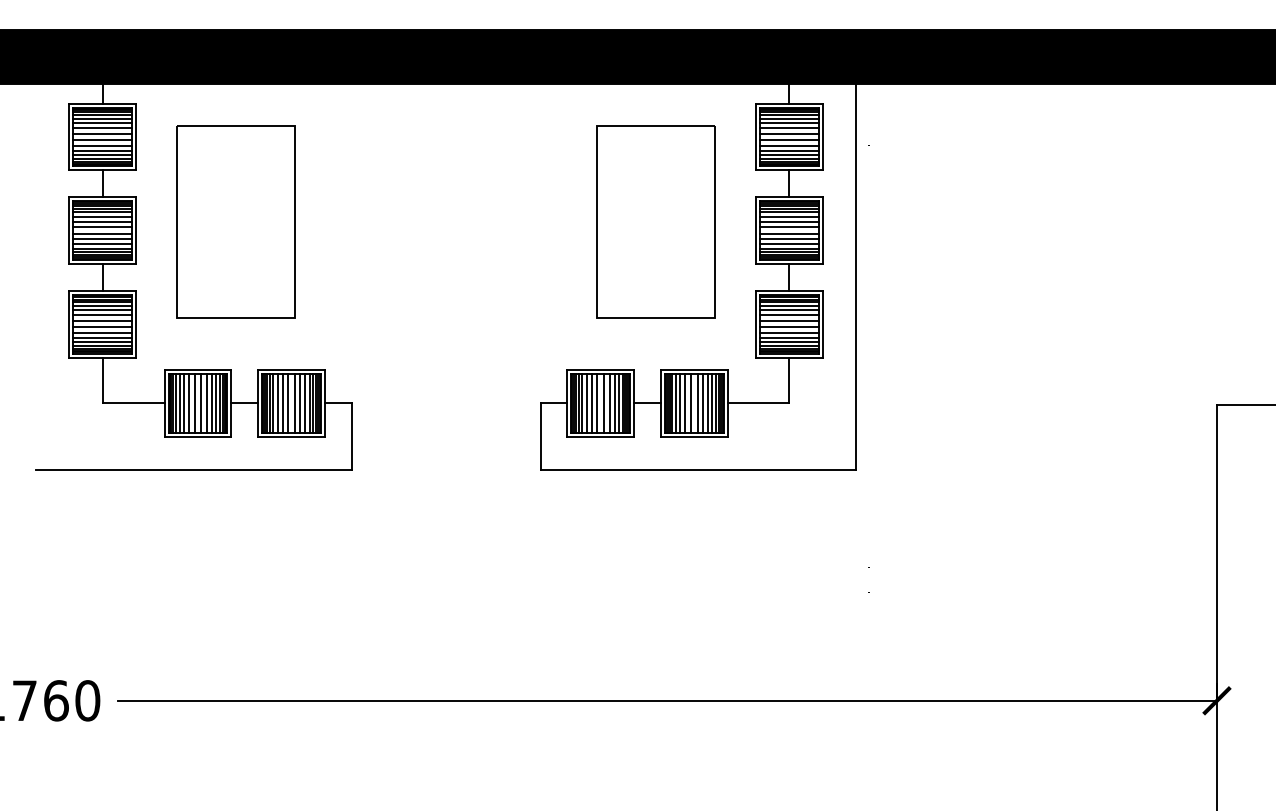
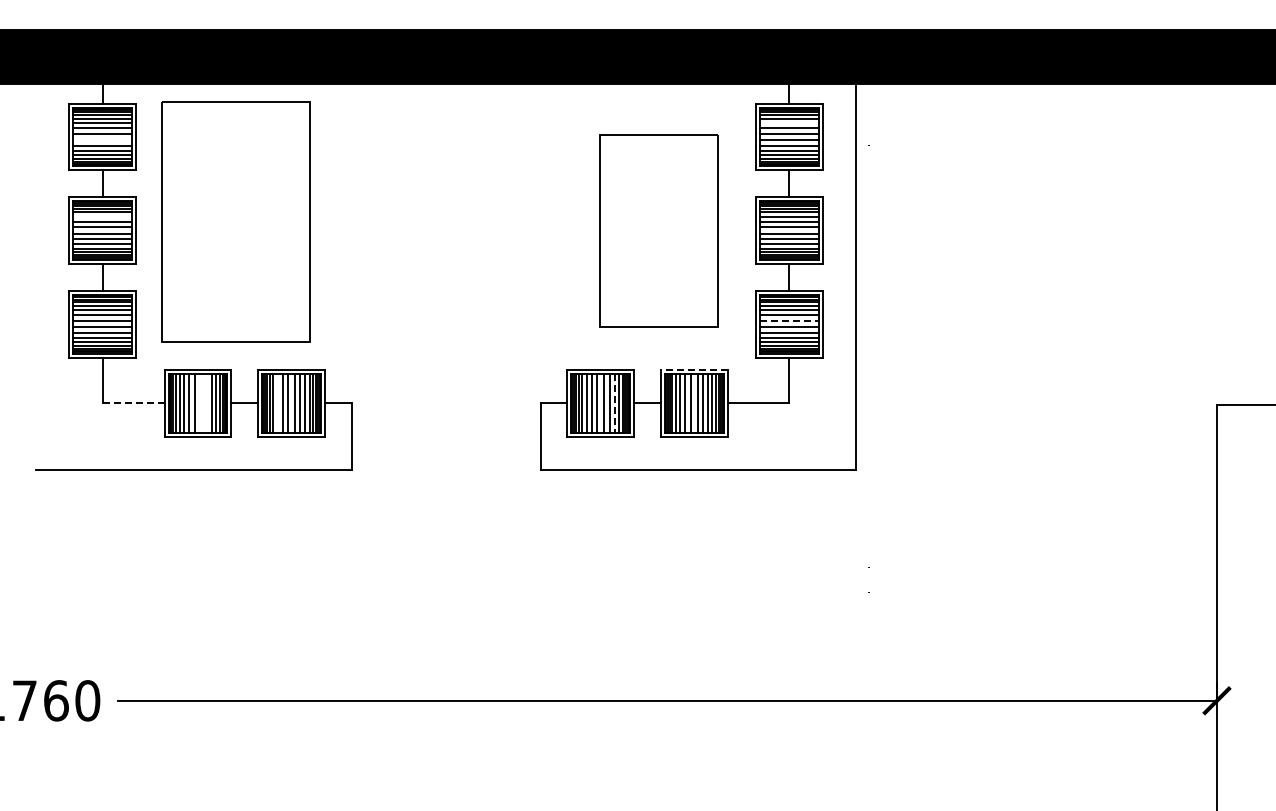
line at (789, 123): present -> none
line at (102, 140): present -> none
line at (102, 216): present -> none
part at (235, 221) size: 120x194 px -> 150x242 px
part at (655, 221) position: (655, 221) -> (658, 230)
line at (789, 320): solid -> dashed
line at (693, 369): solid -> dashed
line at (133, 403): solid -> dashed
line at (201, 403): present -> none
line at (206, 403): present -> none
line at (277, 403): present -> none
line at (614, 403): solid -> dashed
